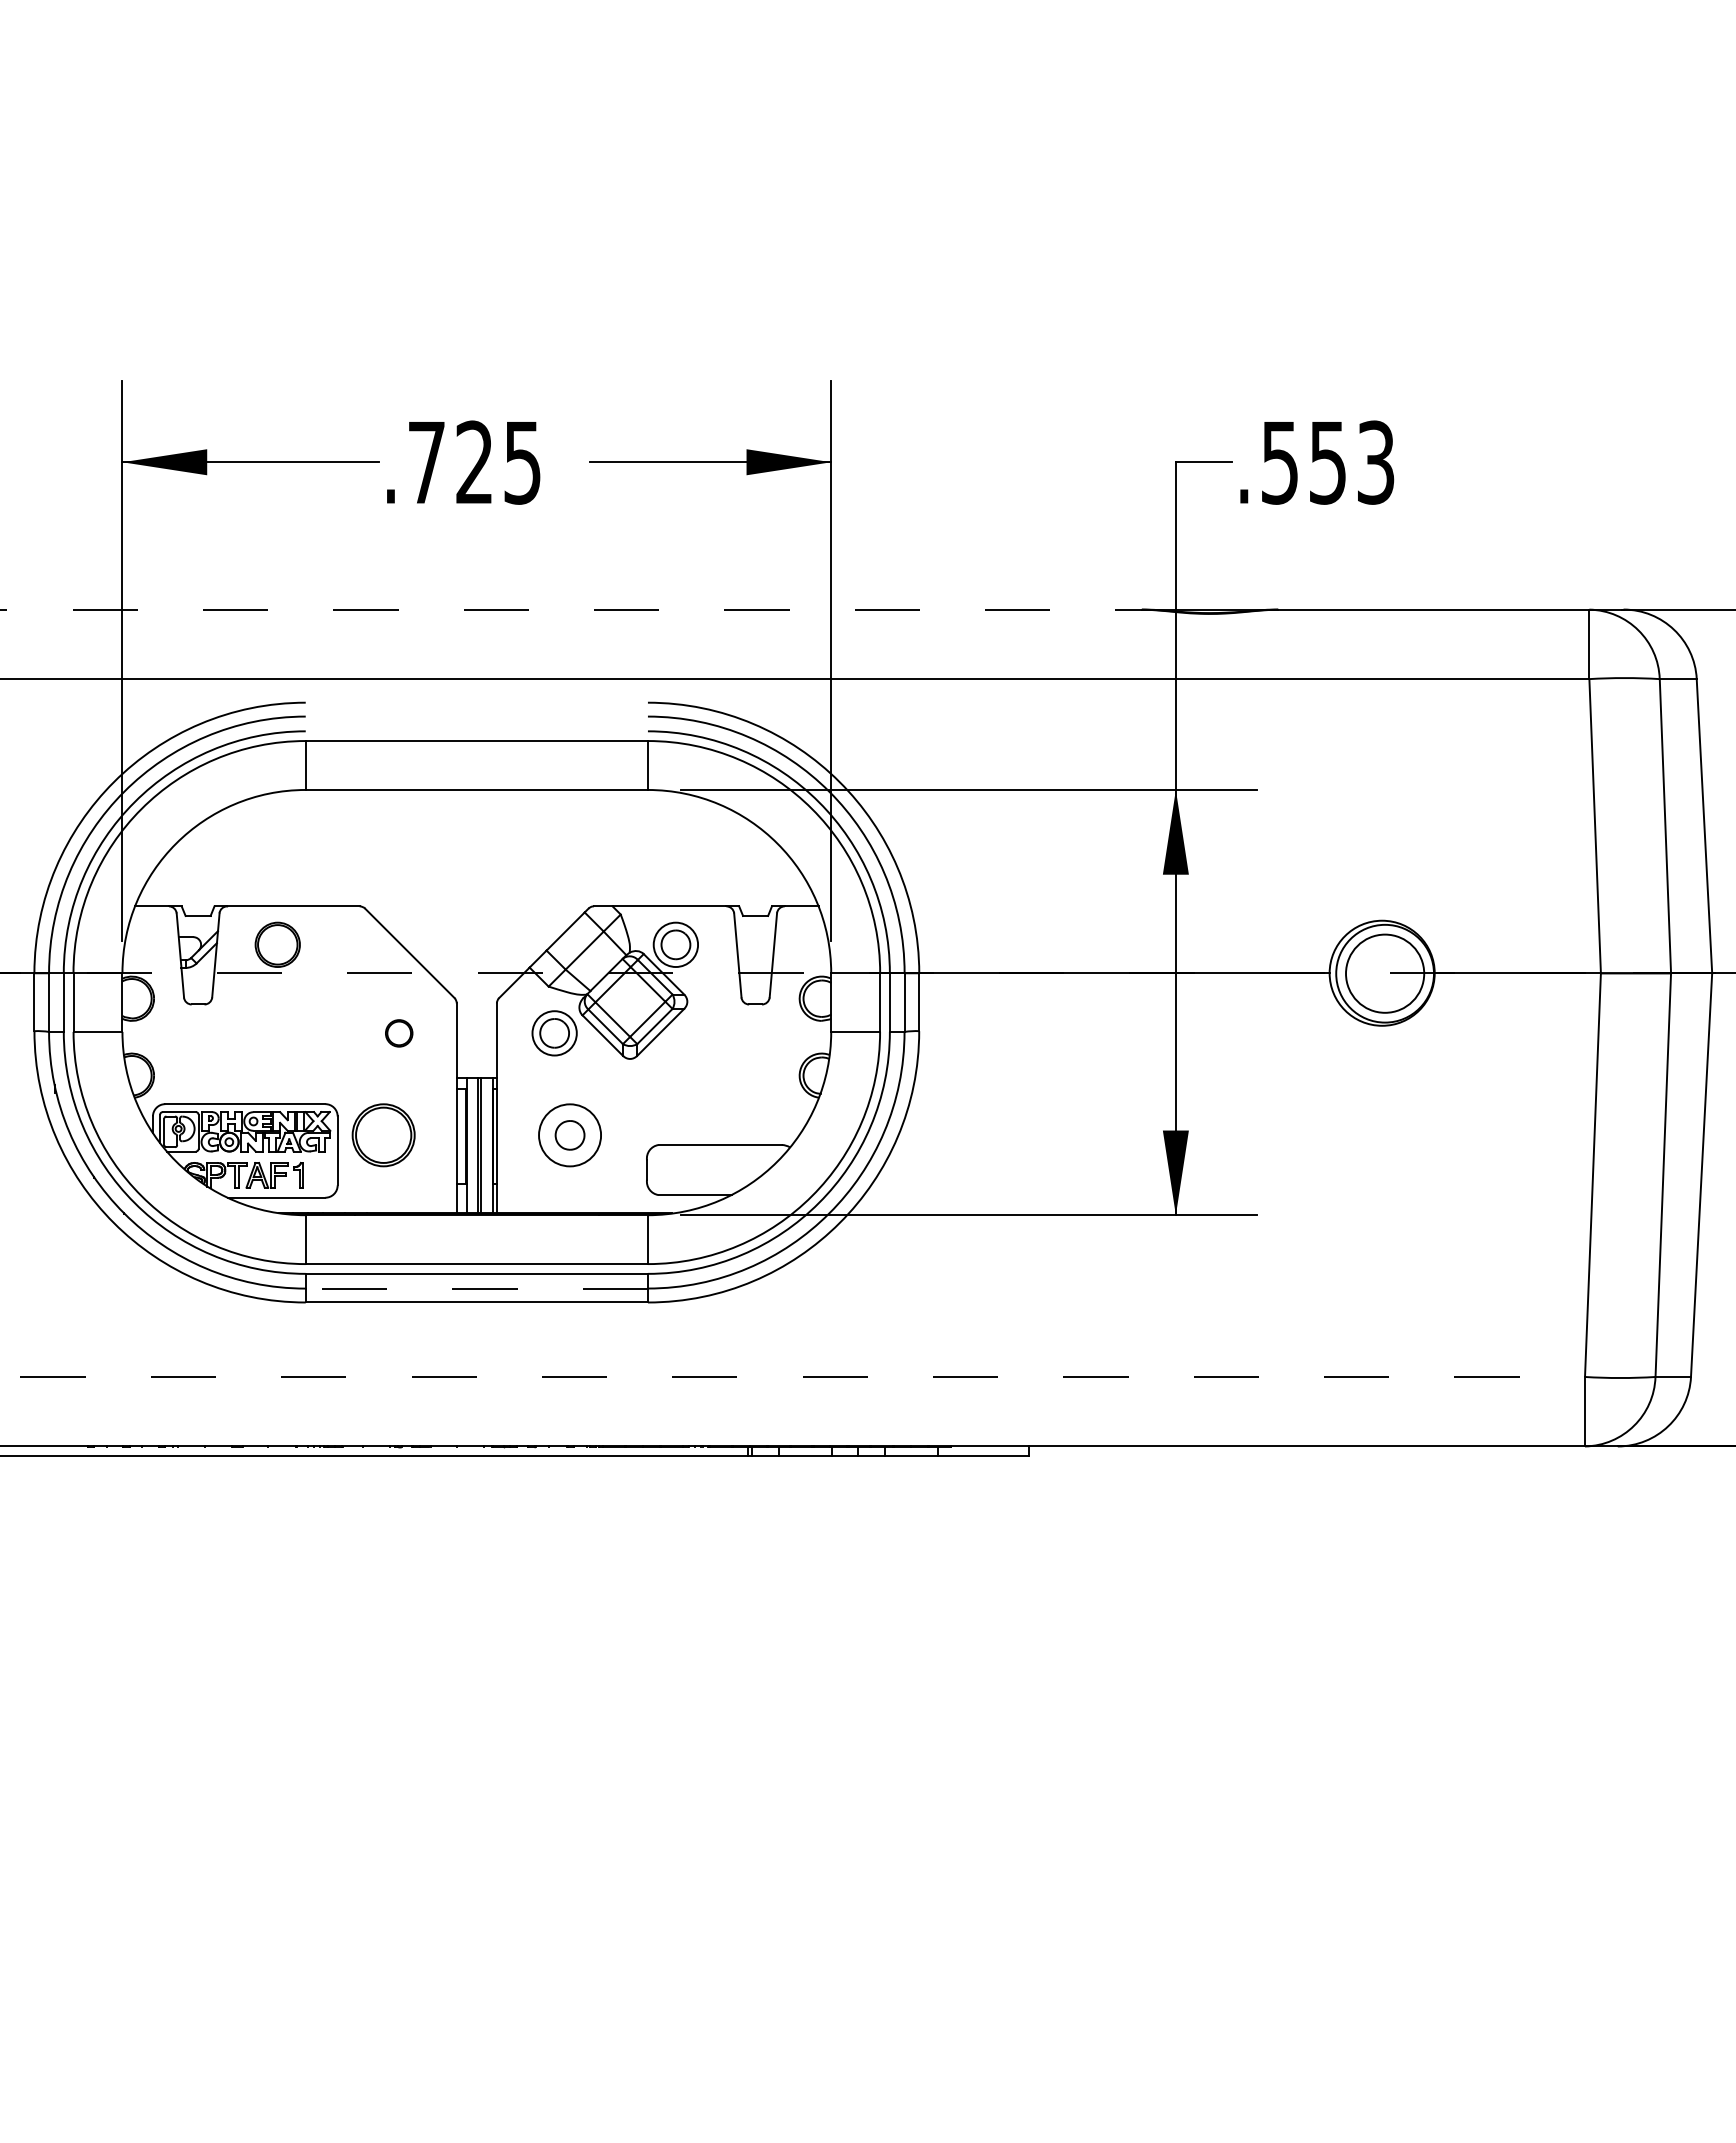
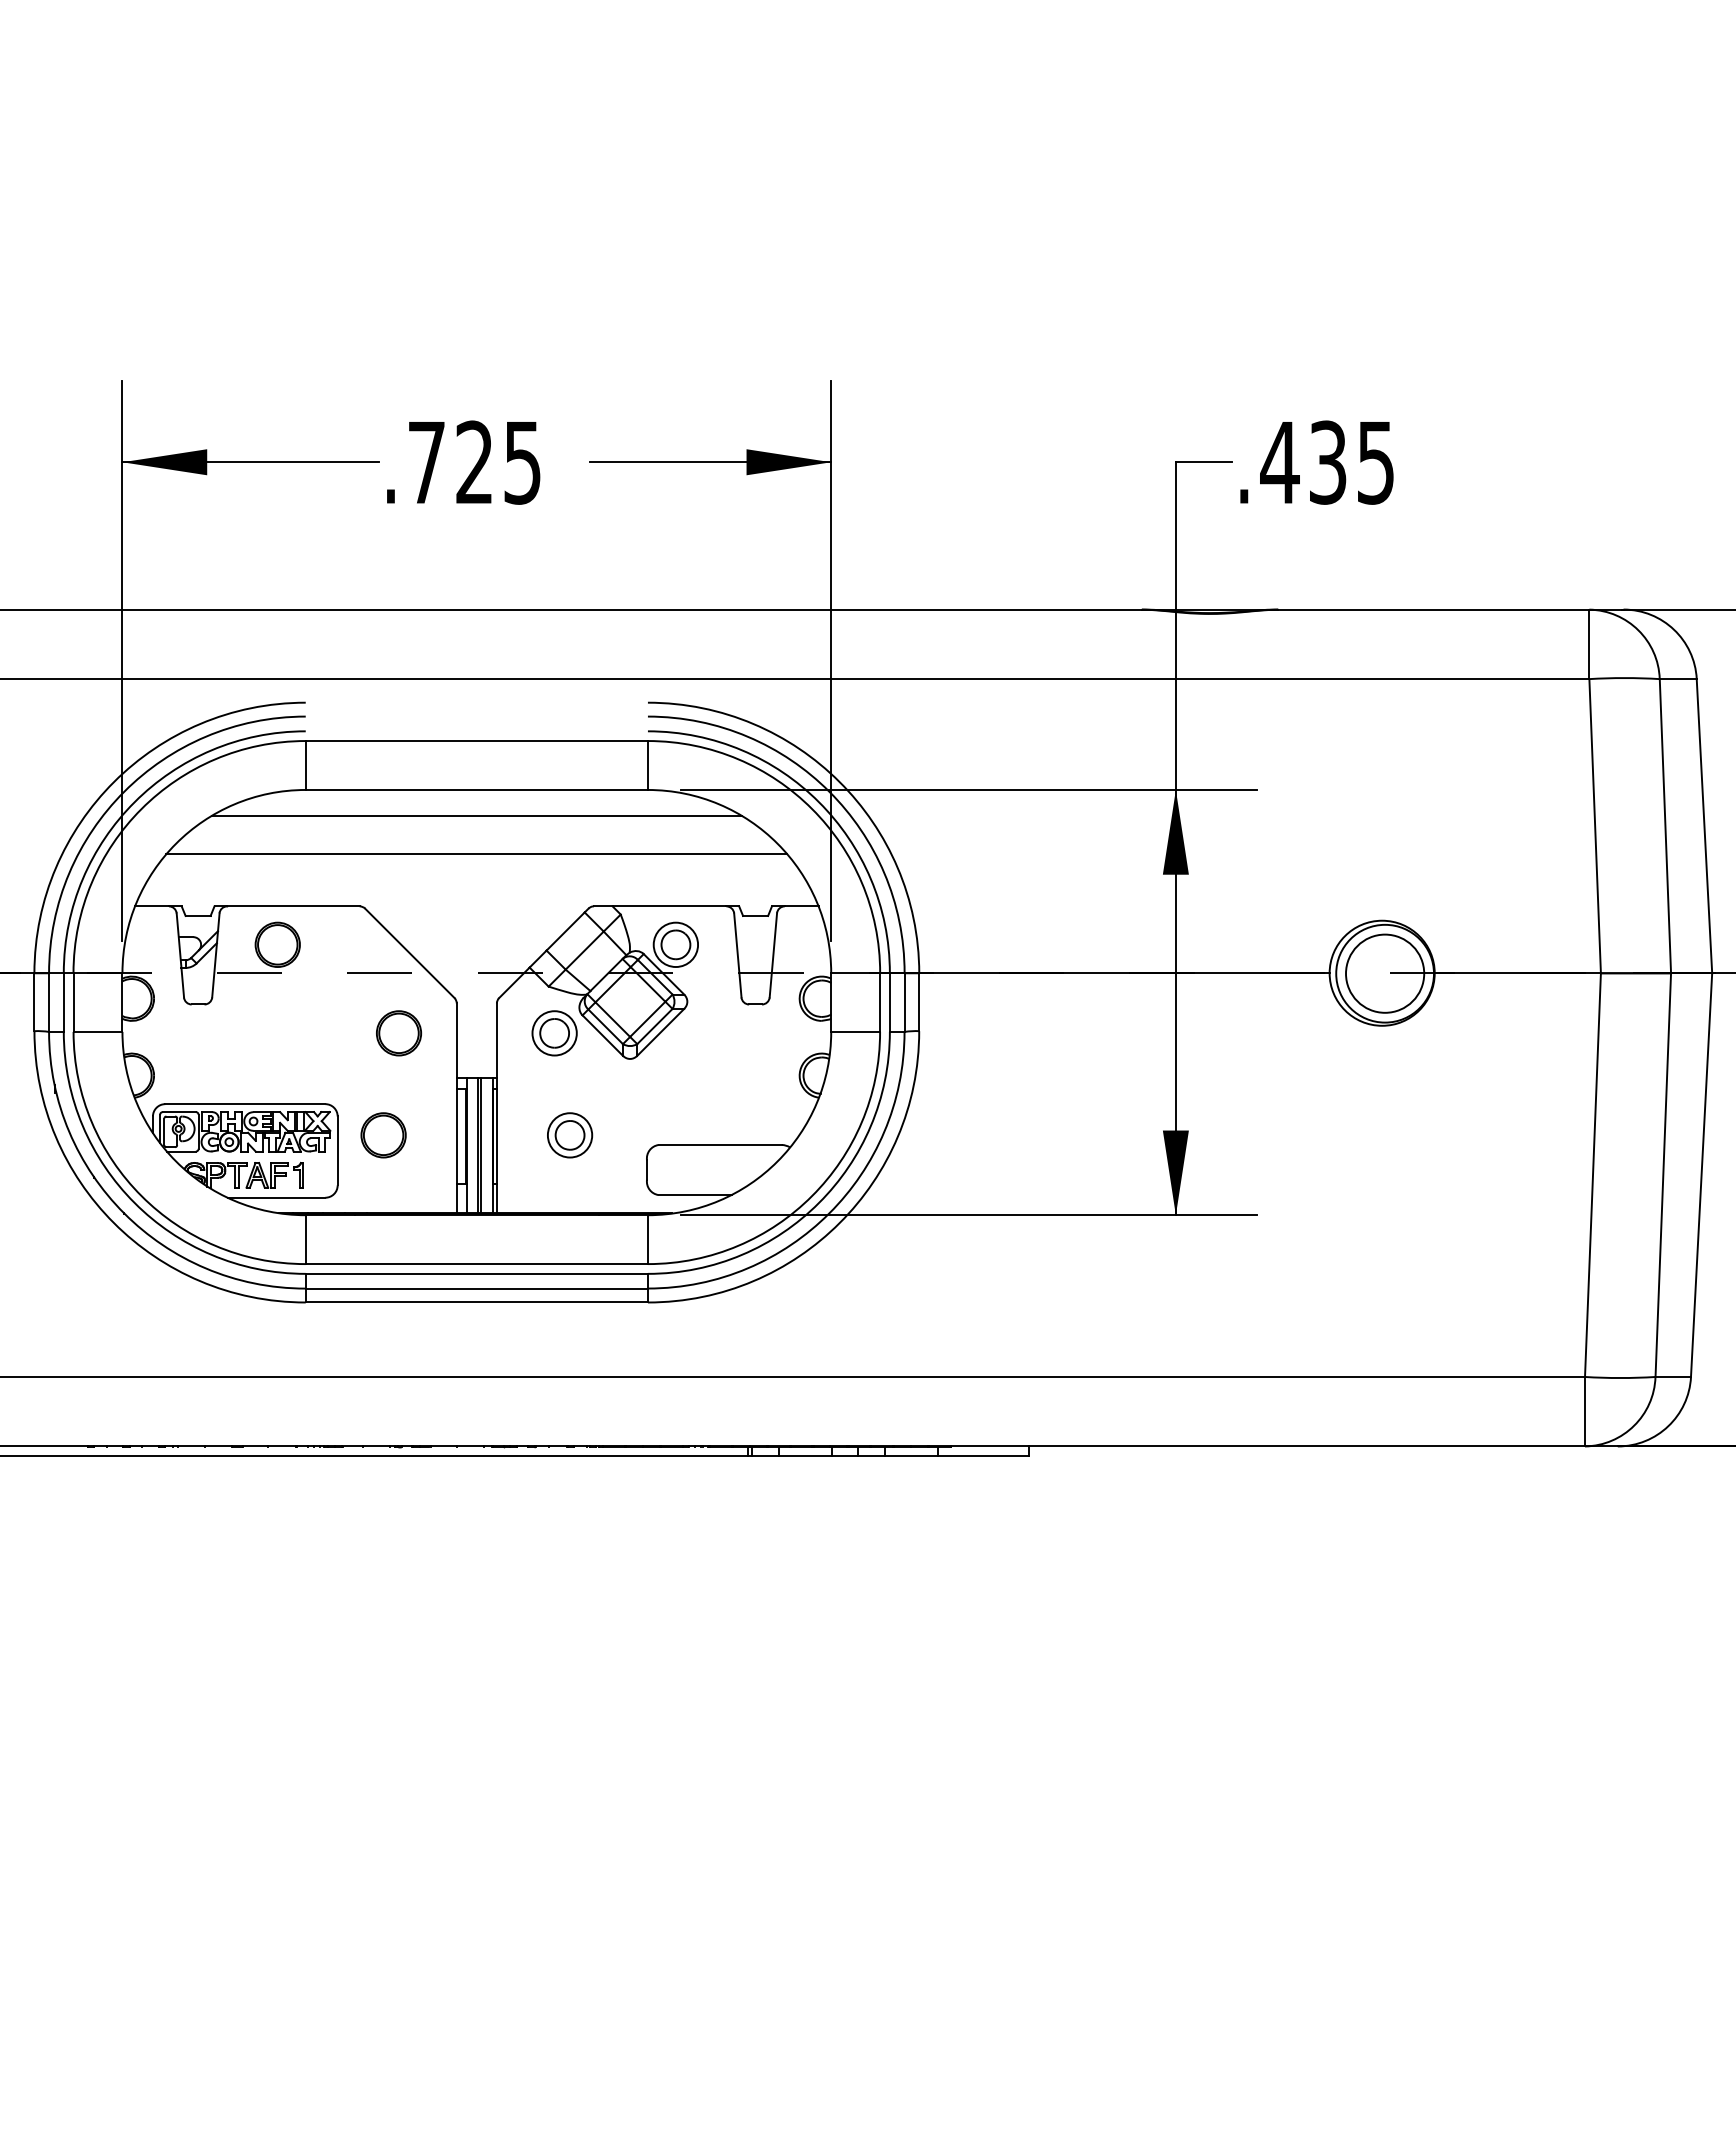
text at (1327, 462): .553 -> .435
line at (571, 609): dashed -> solid
line at (476, 815): none -> present
line at (476, 854): none -> present
part at (399, 1033) size: 29x29 px -> 47x47 px
part at (383, 1135) size: 65x65 px -> 47x47 px
circle at (570, 1135) diameter: 62 px -> 44 px
line at (476, 1288): dashed -> solid
line at (793, 1376): dashed -> solid
